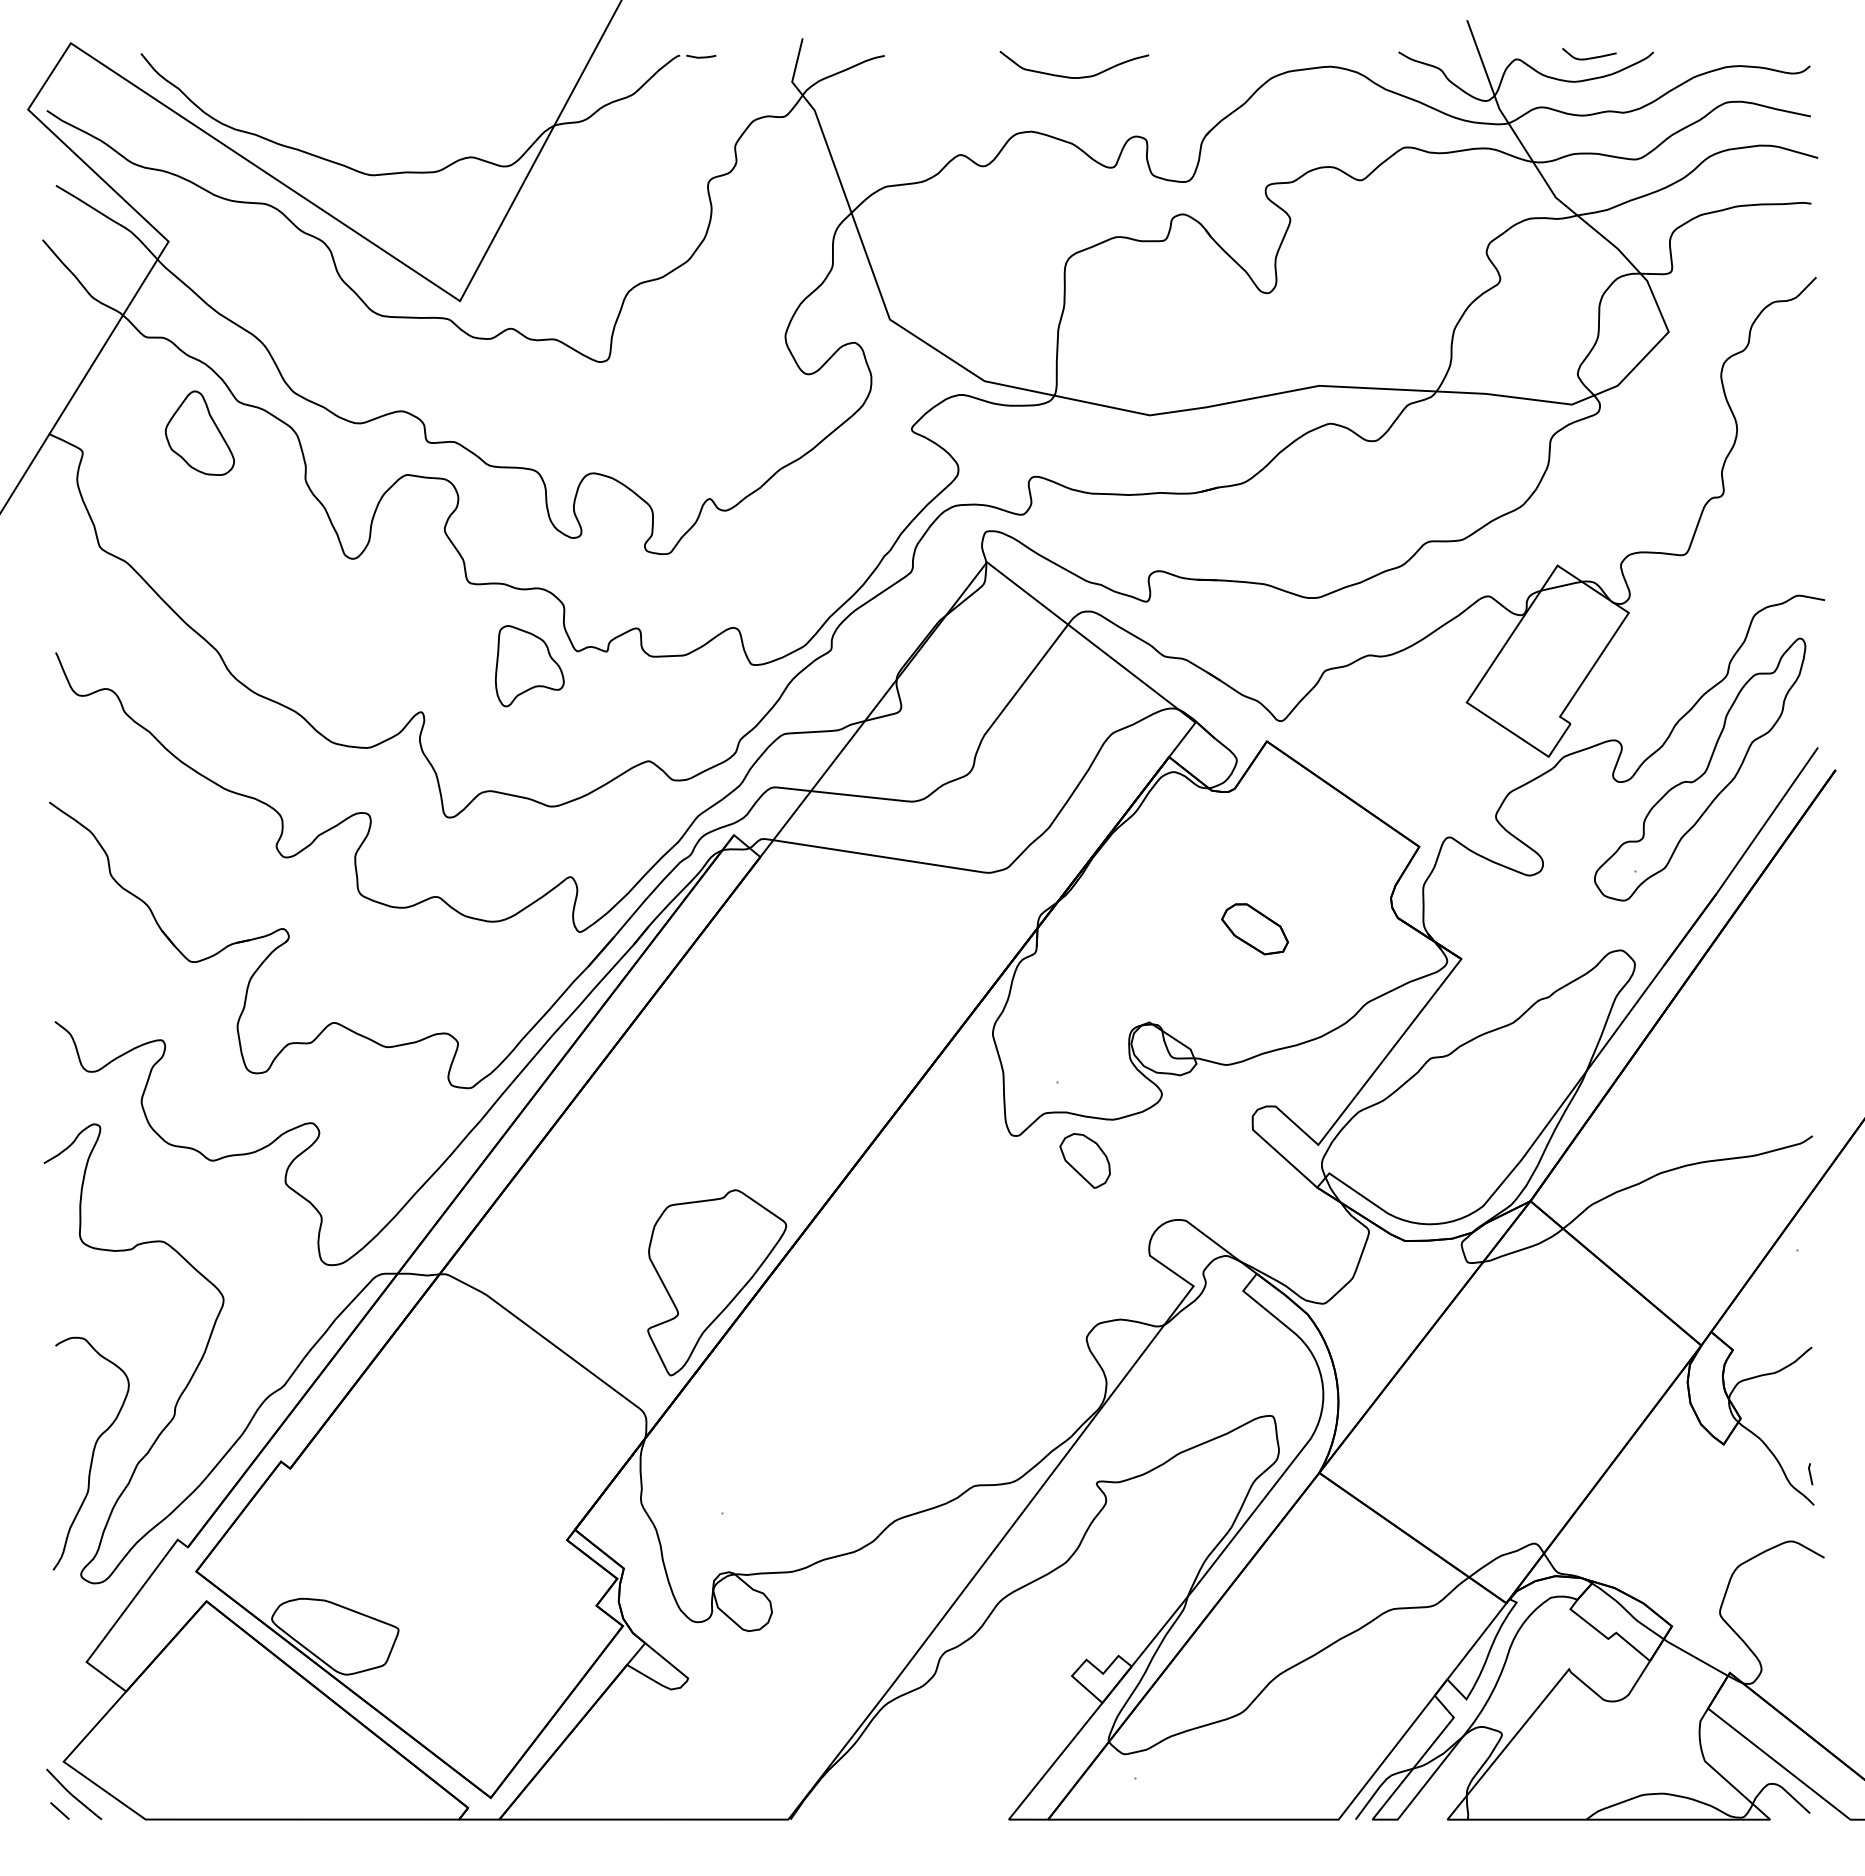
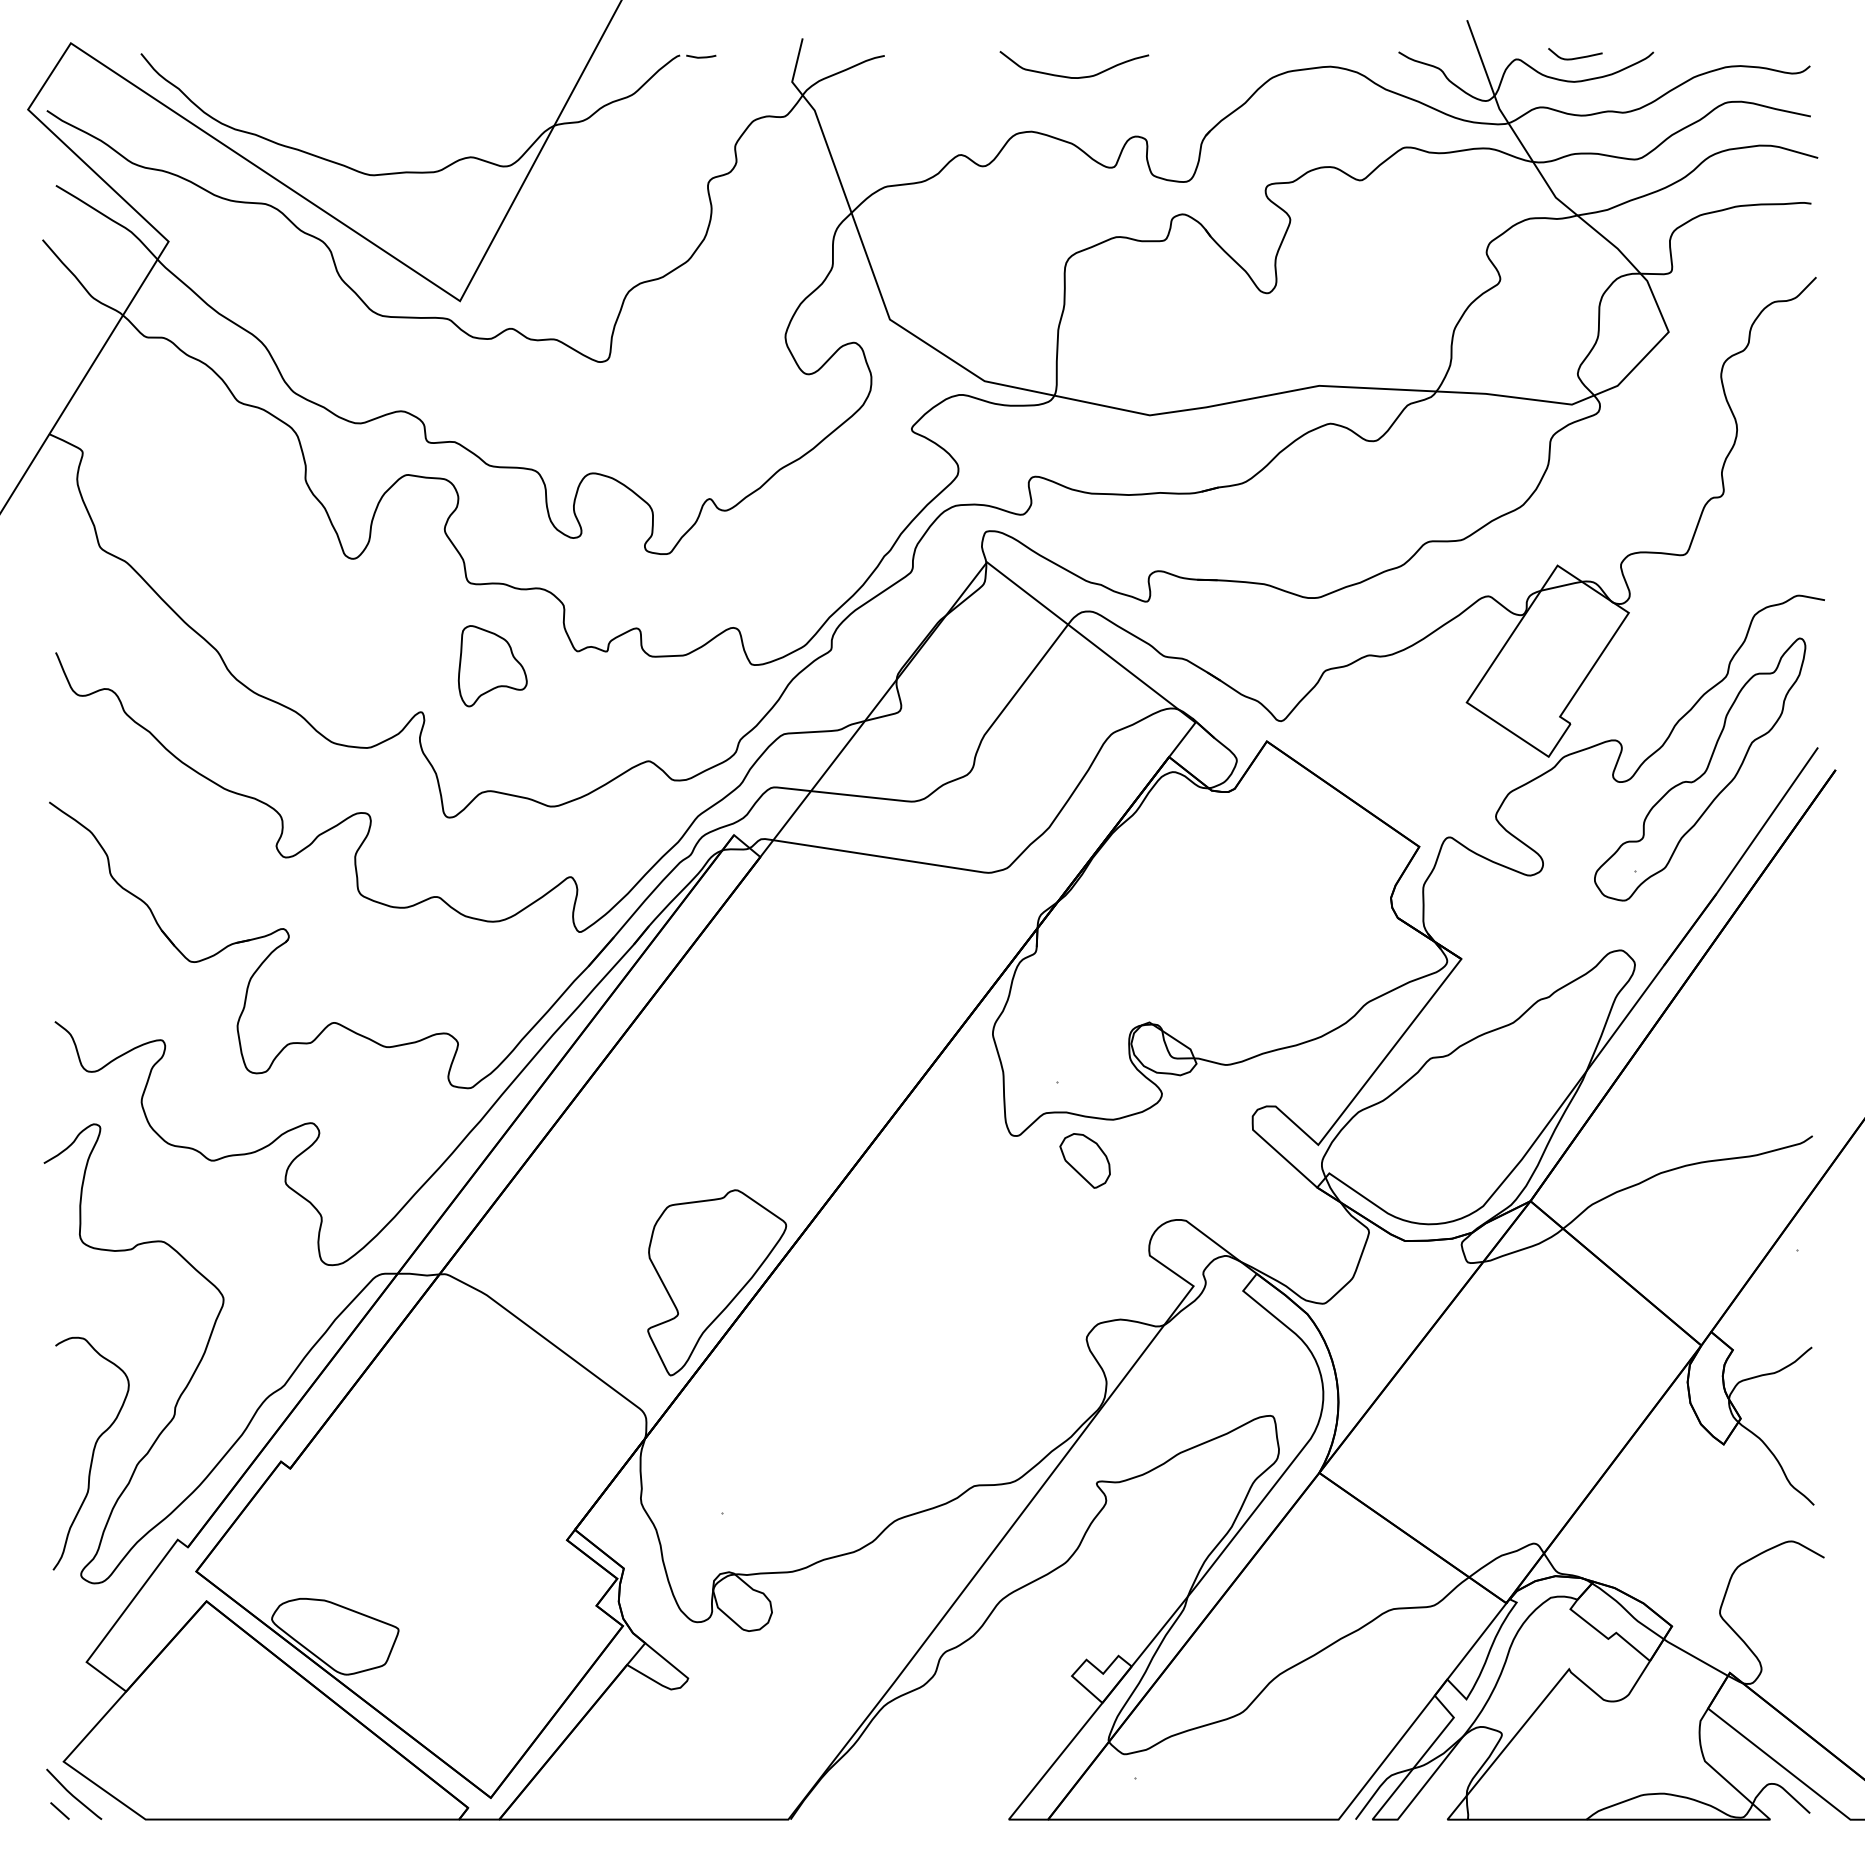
curve at (1589, 57) position: (1589, 57) -> (1575, 57)
part at (199, 432): present -> none
part at (529, 666) position: (529, 666) -> (492, 666)
part at (1254, 929): present -> none
line at (1810, 1474): present -> none
